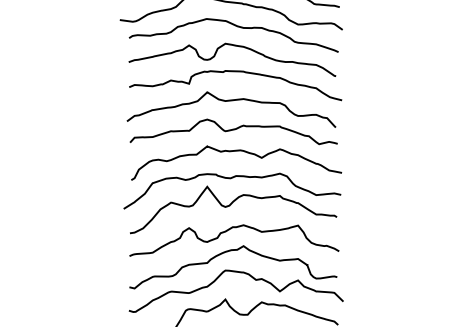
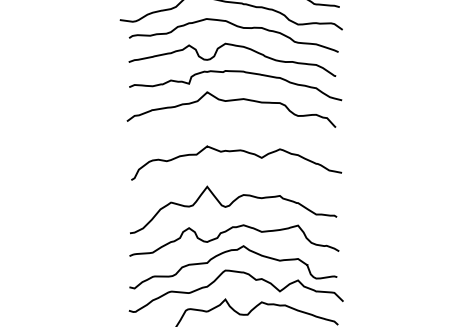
curve at (233, 130): present -> none
curve at (230, 179): present -> none
